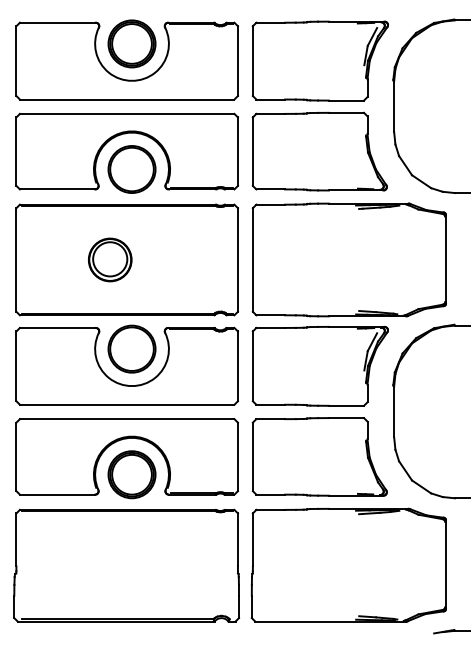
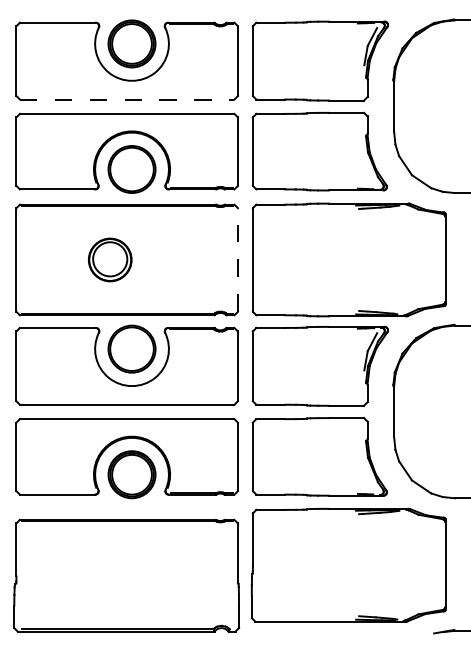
line at (127, 99): solid -> dashed
line at (237, 259): solid -> dashed
part at (126, 565) position: (126, 565) -> (126, 575)
